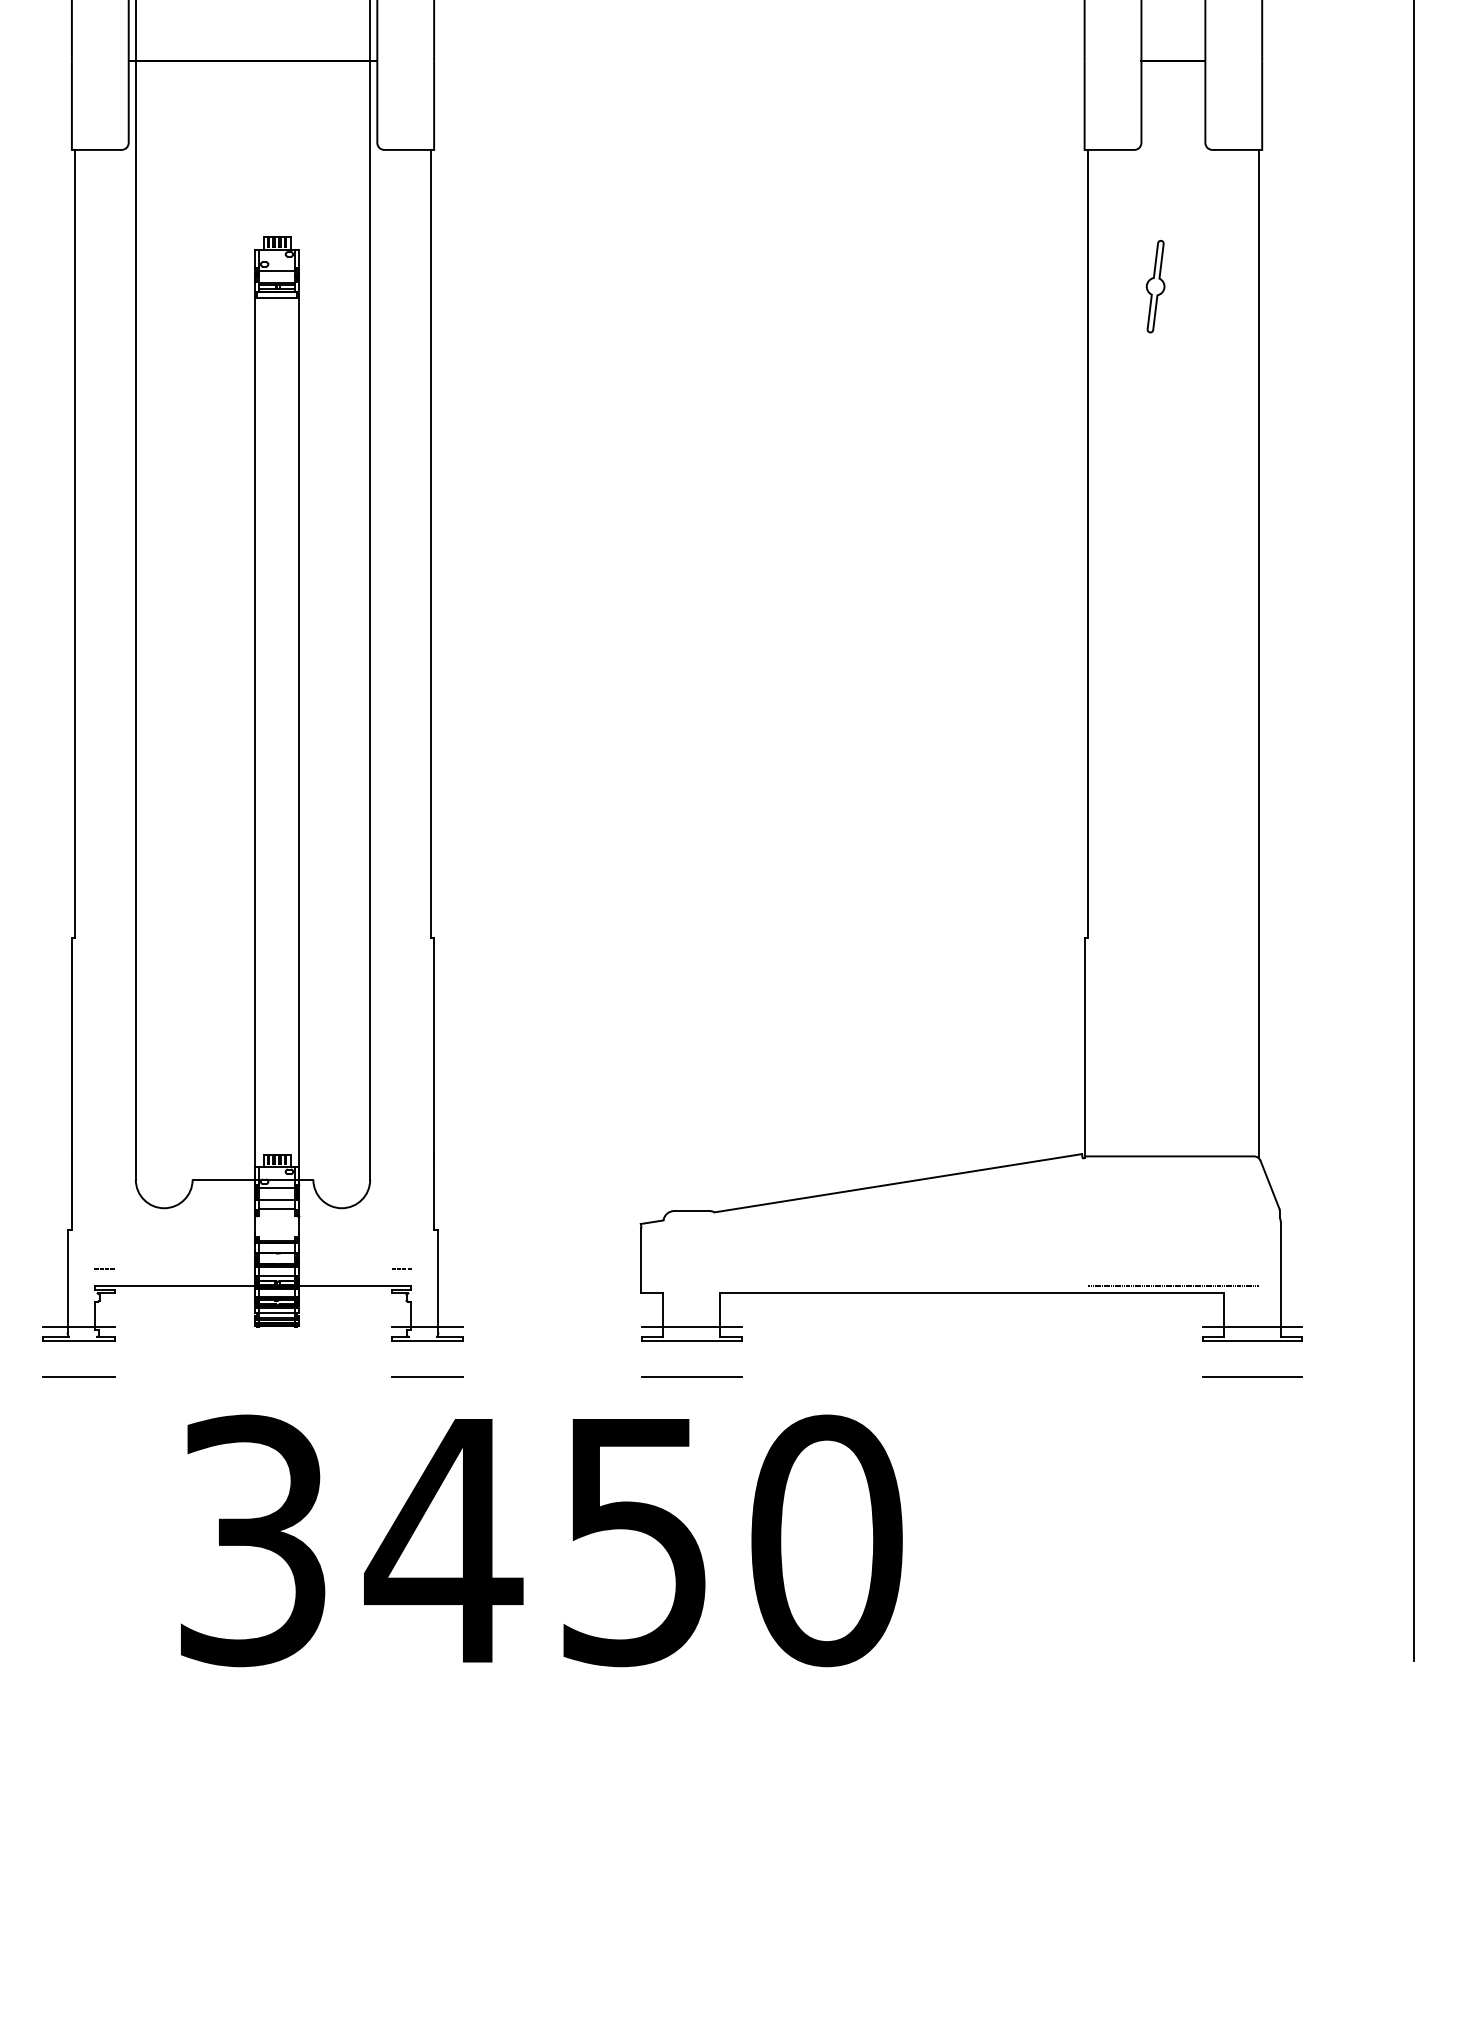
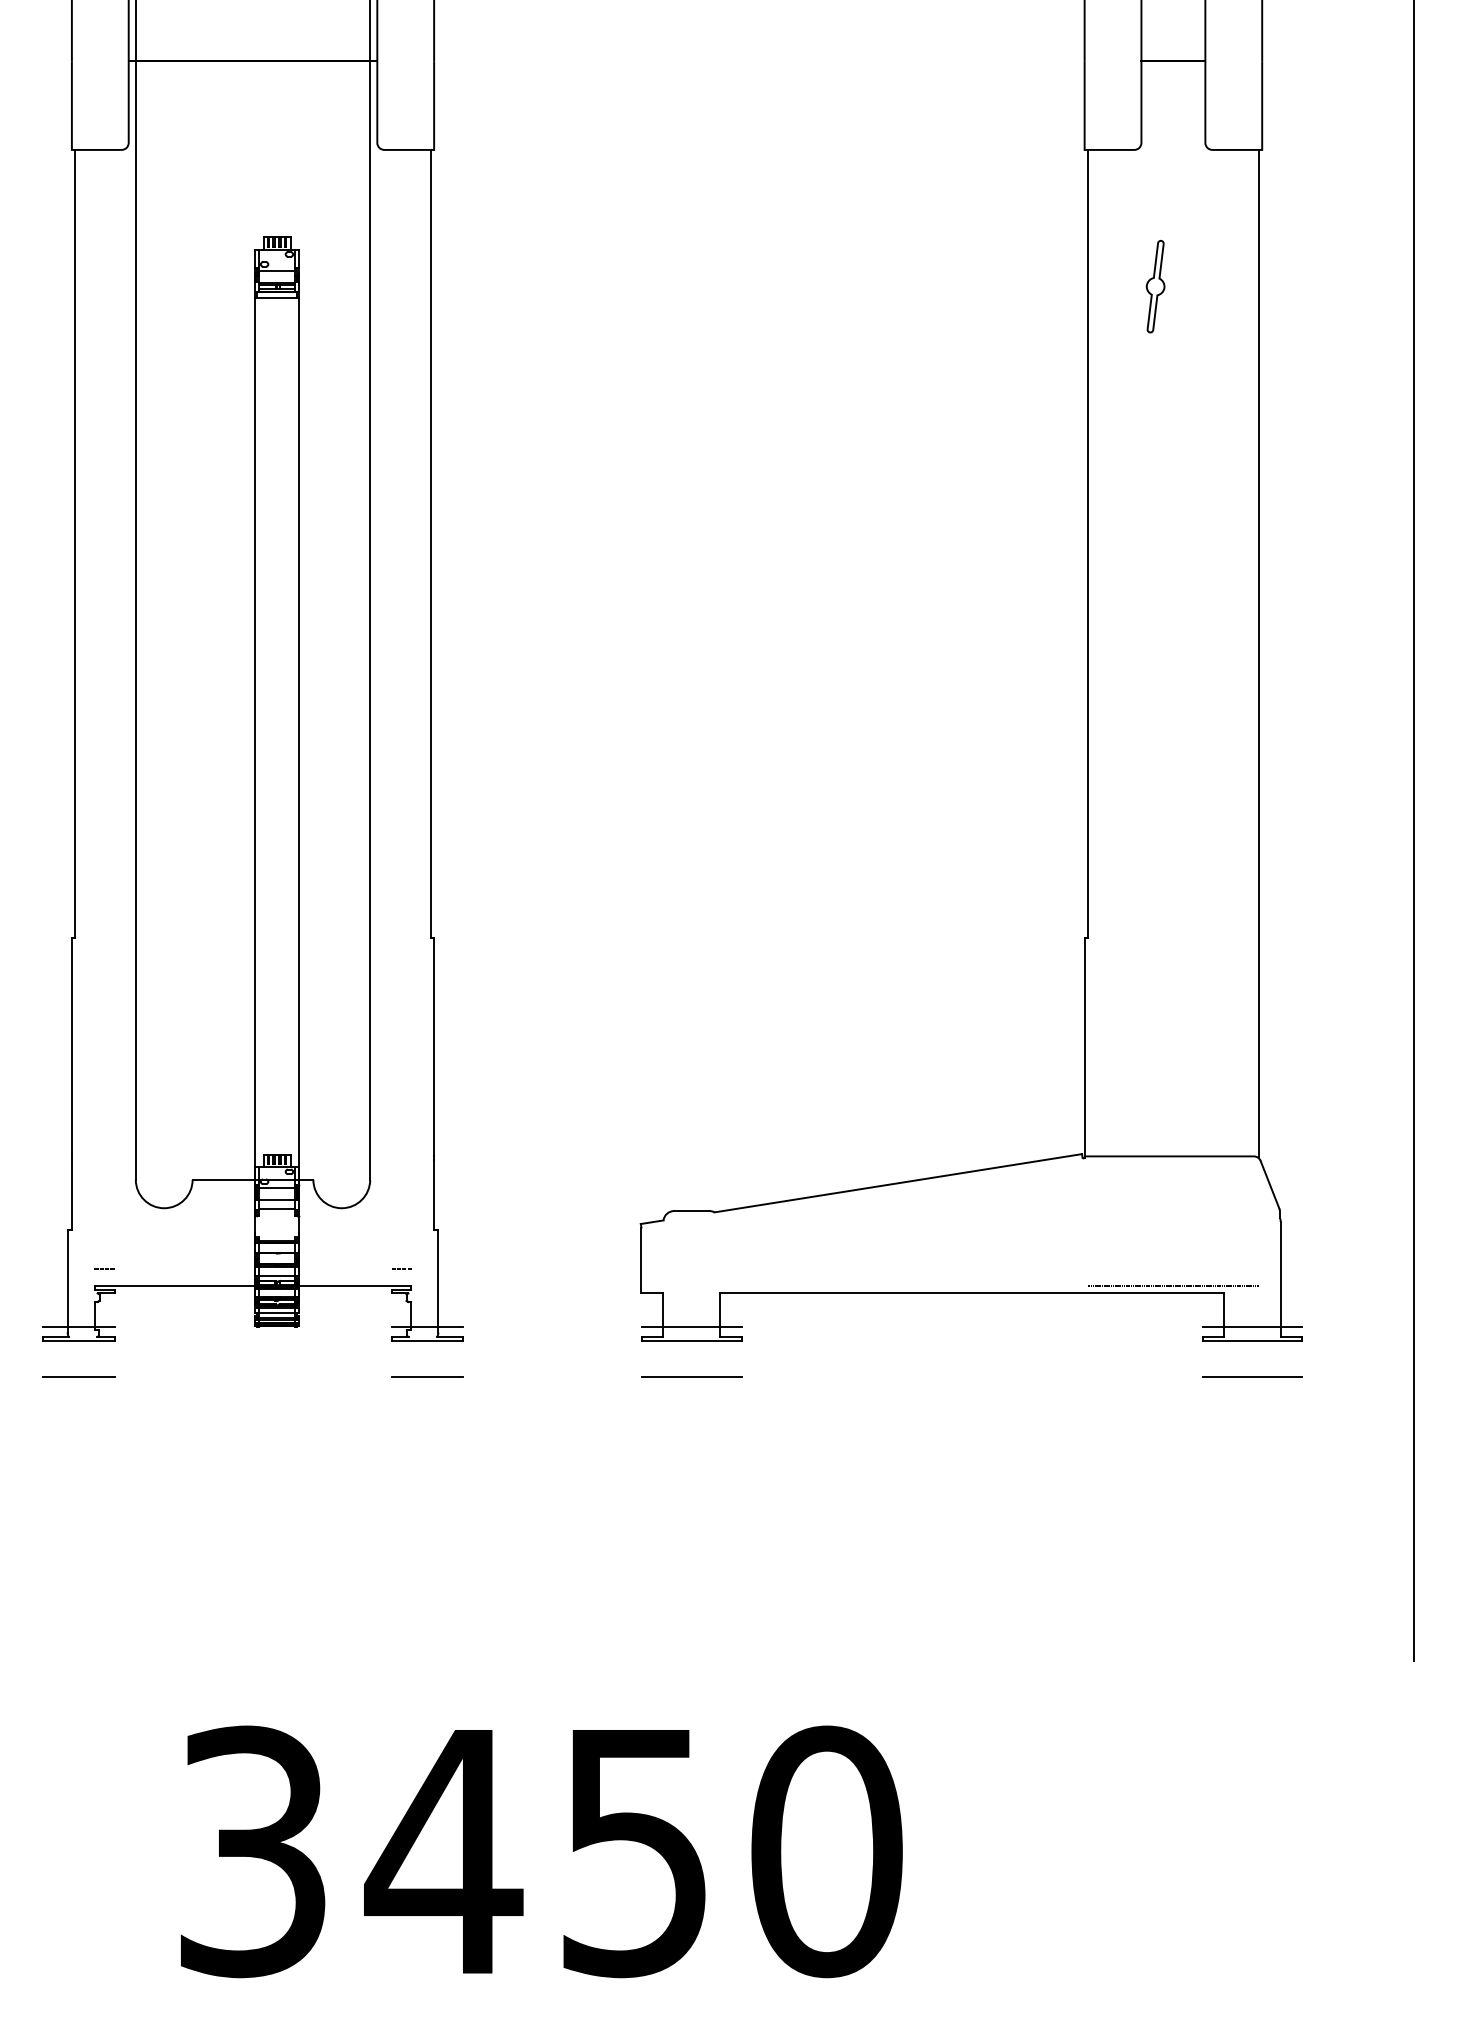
text at (541, 1540) position: (541, 1540) -> (541, 1851)
